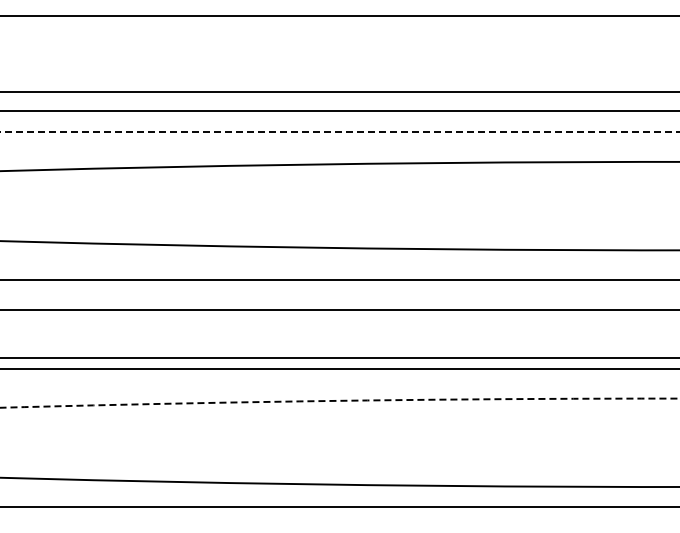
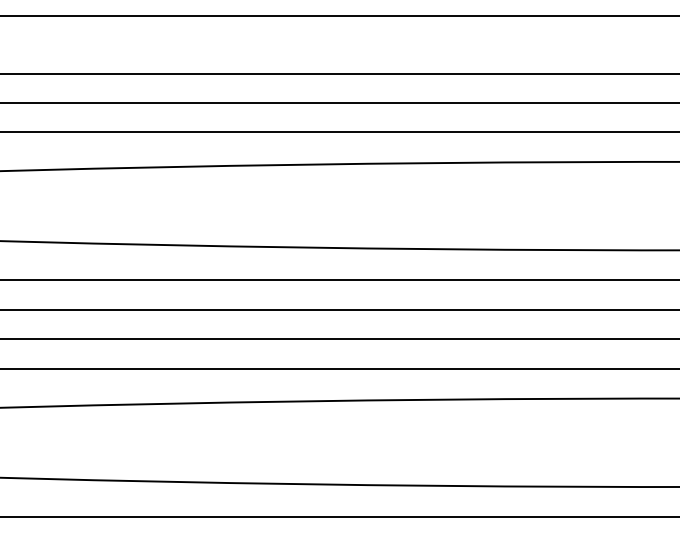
line at (339, 91) position: (339, 91) -> (339, 73)
line at (339, 110) position: (339, 110) -> (339, 102)
line at (339, 132): dashed -> solid
line at (339, 358) position: (339, 358) -> (339, 339)
arc at (338, 400): dashed -> solid
line at (339, 506) position: (339, 506) -> (339, 516)
